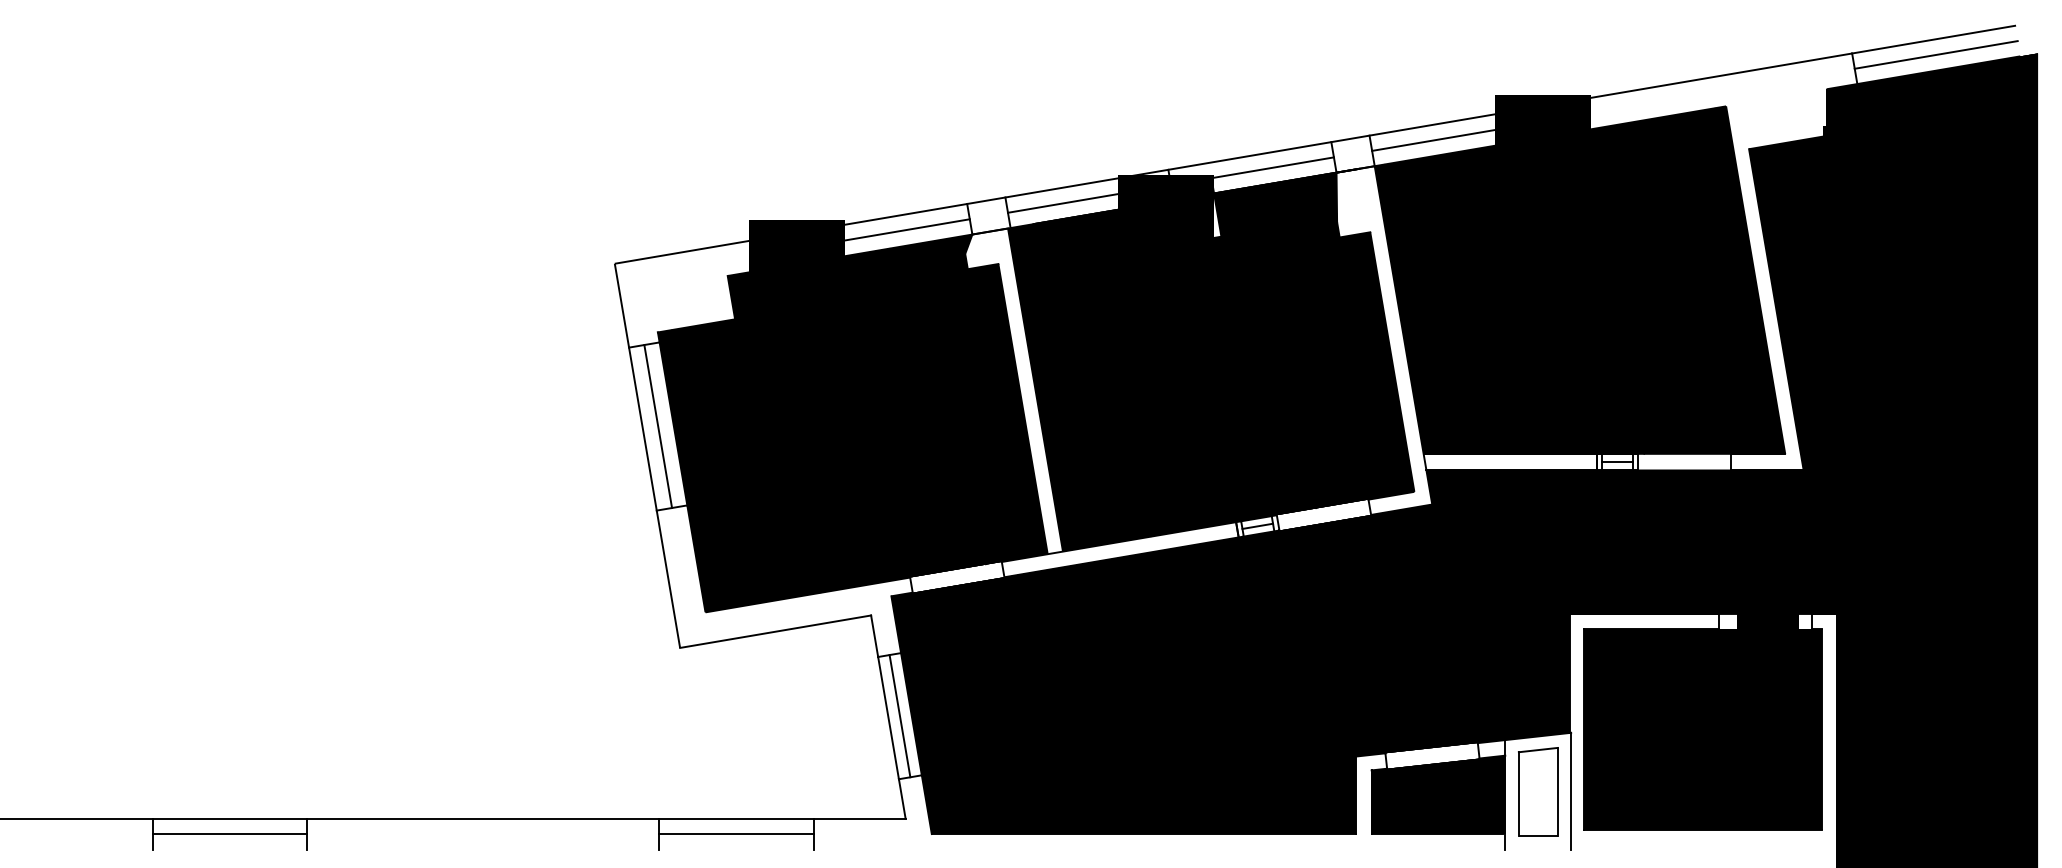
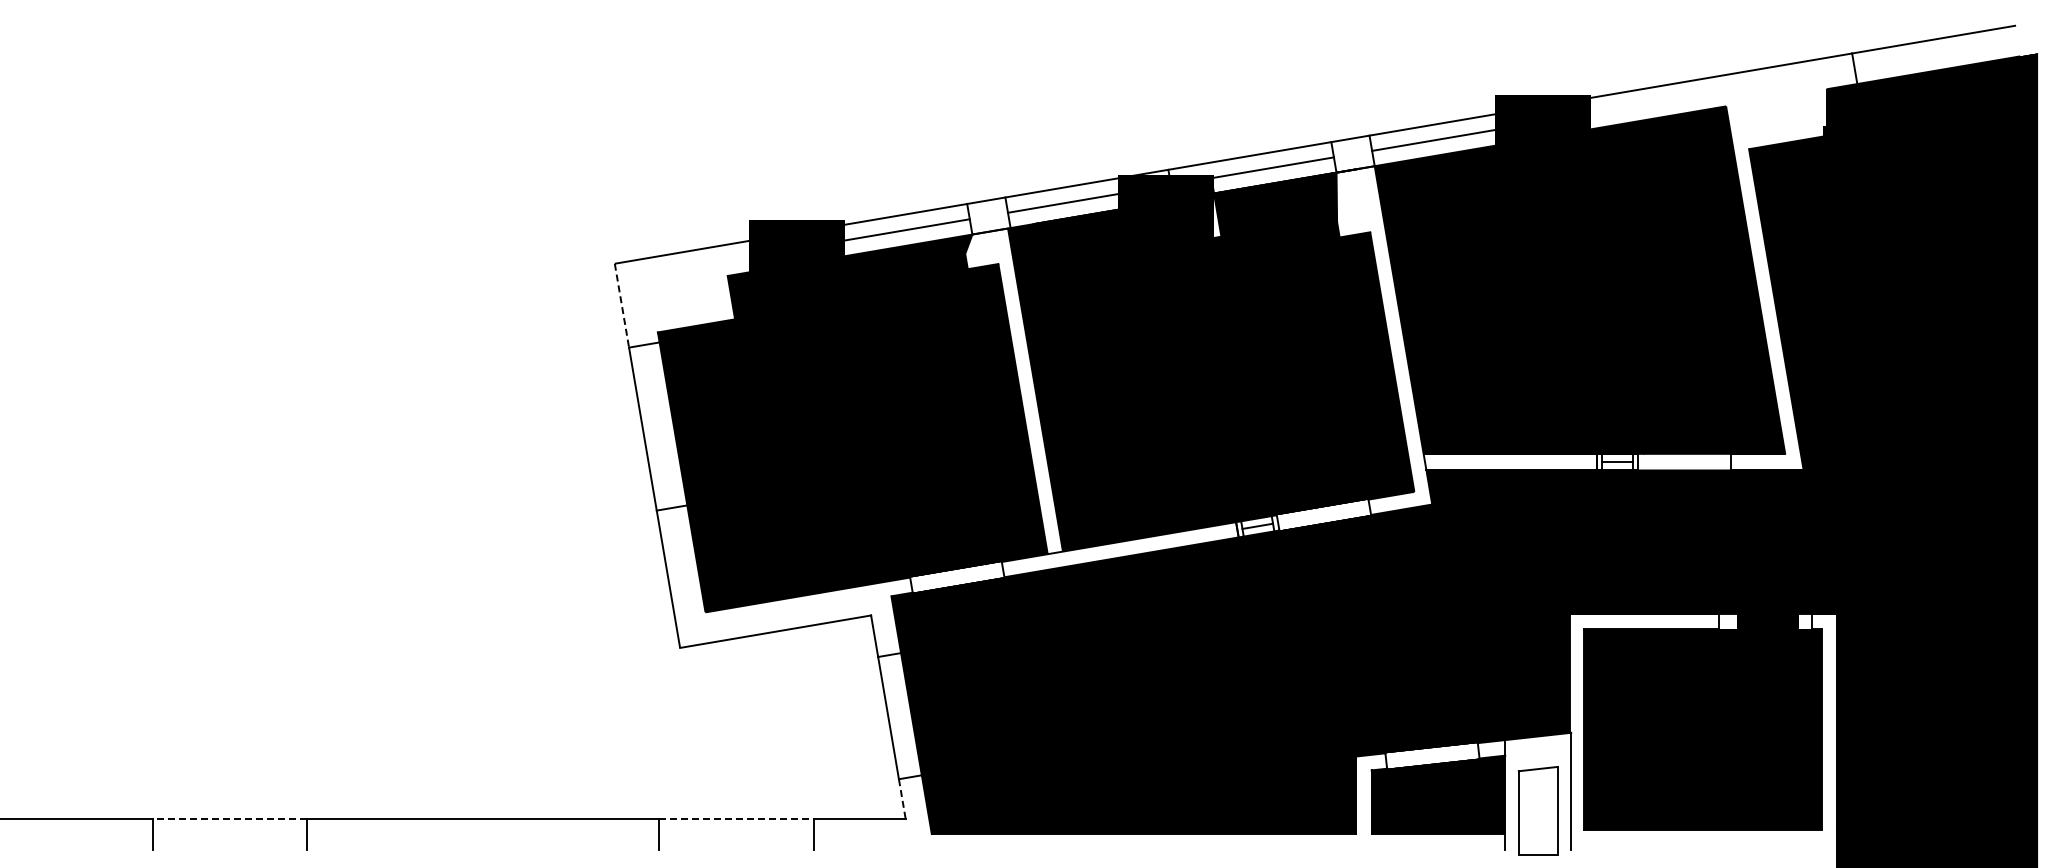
line at (1935, 54): present -> none
line at (621, 305): solid -> dashed
line at (658, 426): present -> none
line at (899, 716): present -> none
part at (1538, 791) position: (1538, 791) -> (1538, 810)
line at (902, 798): solid -> dashed
line at (229, 818): solid -> dashed
line at (736, 818): solid -> dashed
line at (229, 834): present -> none
line at (735, 834): present -> none
